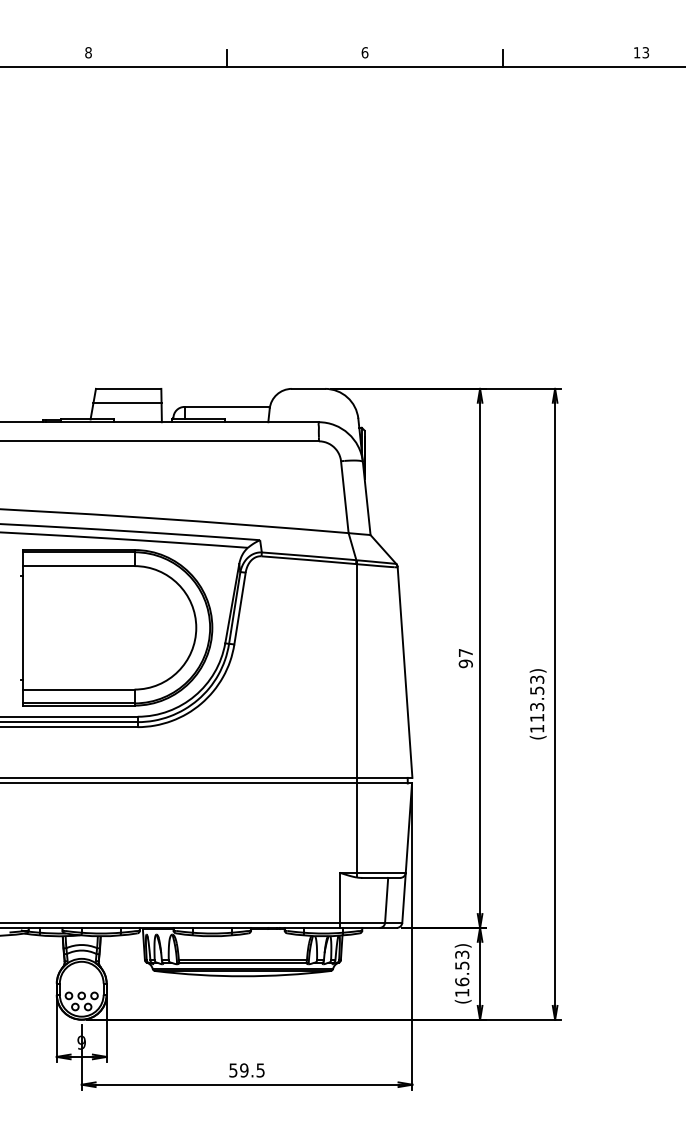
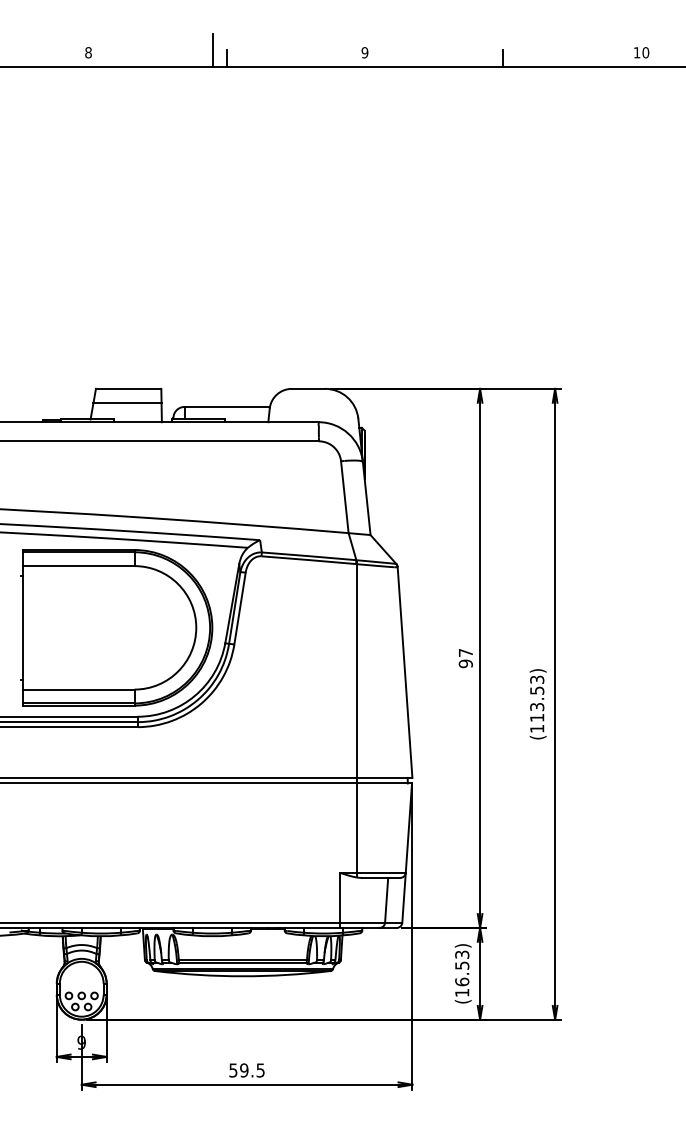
line at (212, 50): none -> present
text at (364, 52): 6 -> 9
text at (645, 52): 13 -> 10
